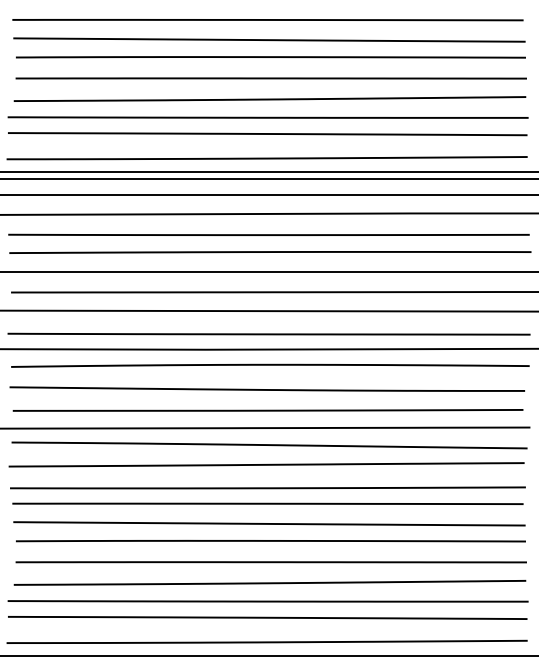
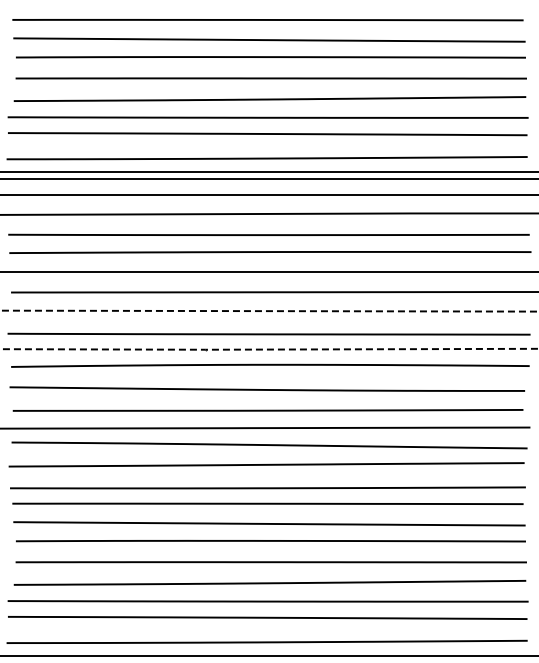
line at (269, 311): solid -> dashed
line at (268, 349): solid -> dashed
